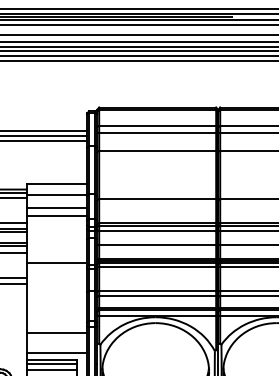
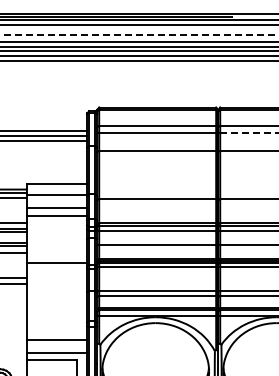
line at (138, 8): present -> none
line at (139, 34): solid -> dashed
line at (249, 132): solid -> dashed
line at (56, 332) position: (56, 332) -> (56, 339)
line at (51, 364): present -> none
line at (51, 369): present -> none
